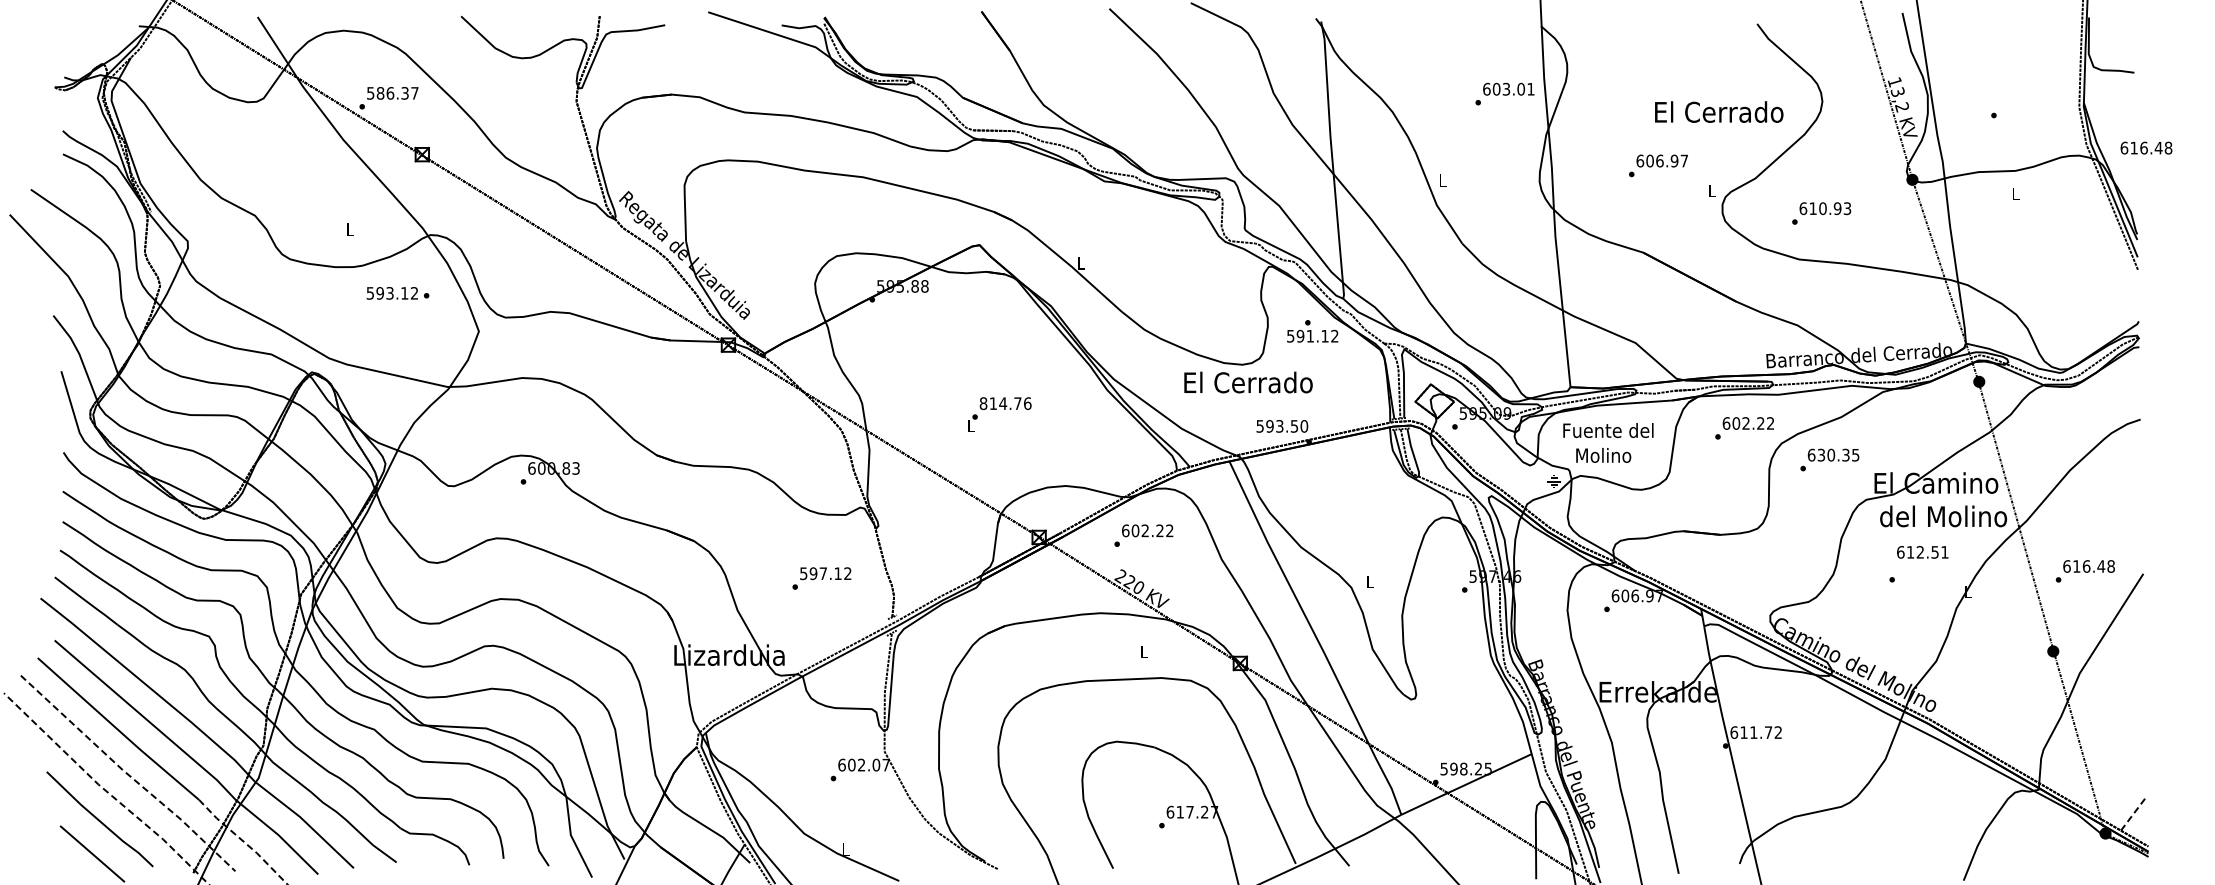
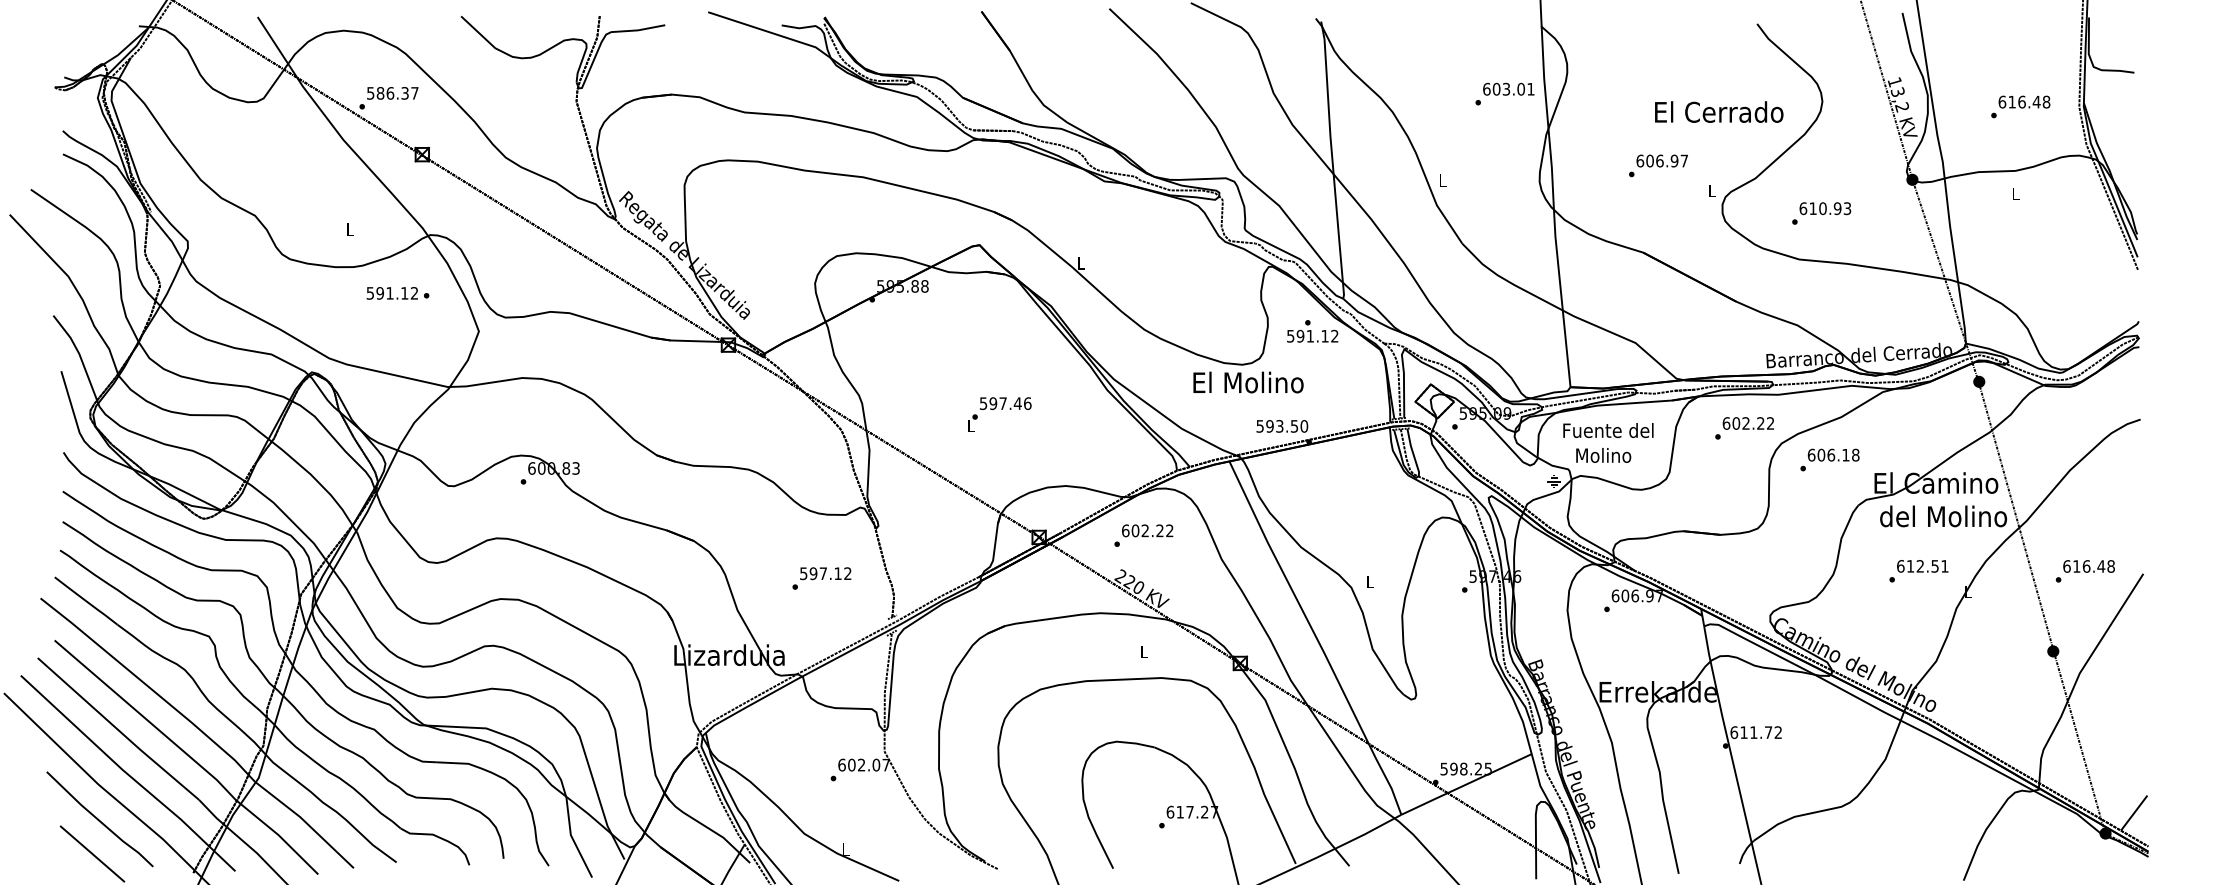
text at (2146, 147) position: (2146, 147) -> (2024, 101)
text at (389, 293): 593.12 -> 591.12
text at (1248, 382): El Cerrado -> El Molino
text at (1000, 403): 814.76 -> 597.46
text at (1838, 454): 630.35 -> 606.18
text at (1922, 552) position: (1922, 552) -> (1922, 566)
line at (127, 774): dashed -> solid
line at (105, 790): dashed -> solid
line at (2134, 813): dashed -> solid
line at (243, 841): dashed -> solid
